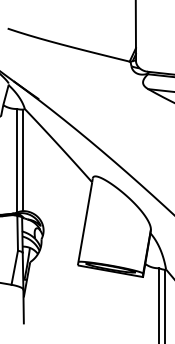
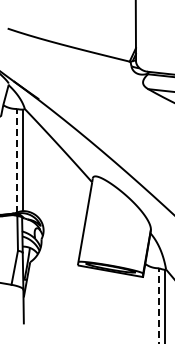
line at (17, 160): solid -> dashed
line at (159, 305): solid -> dashed
